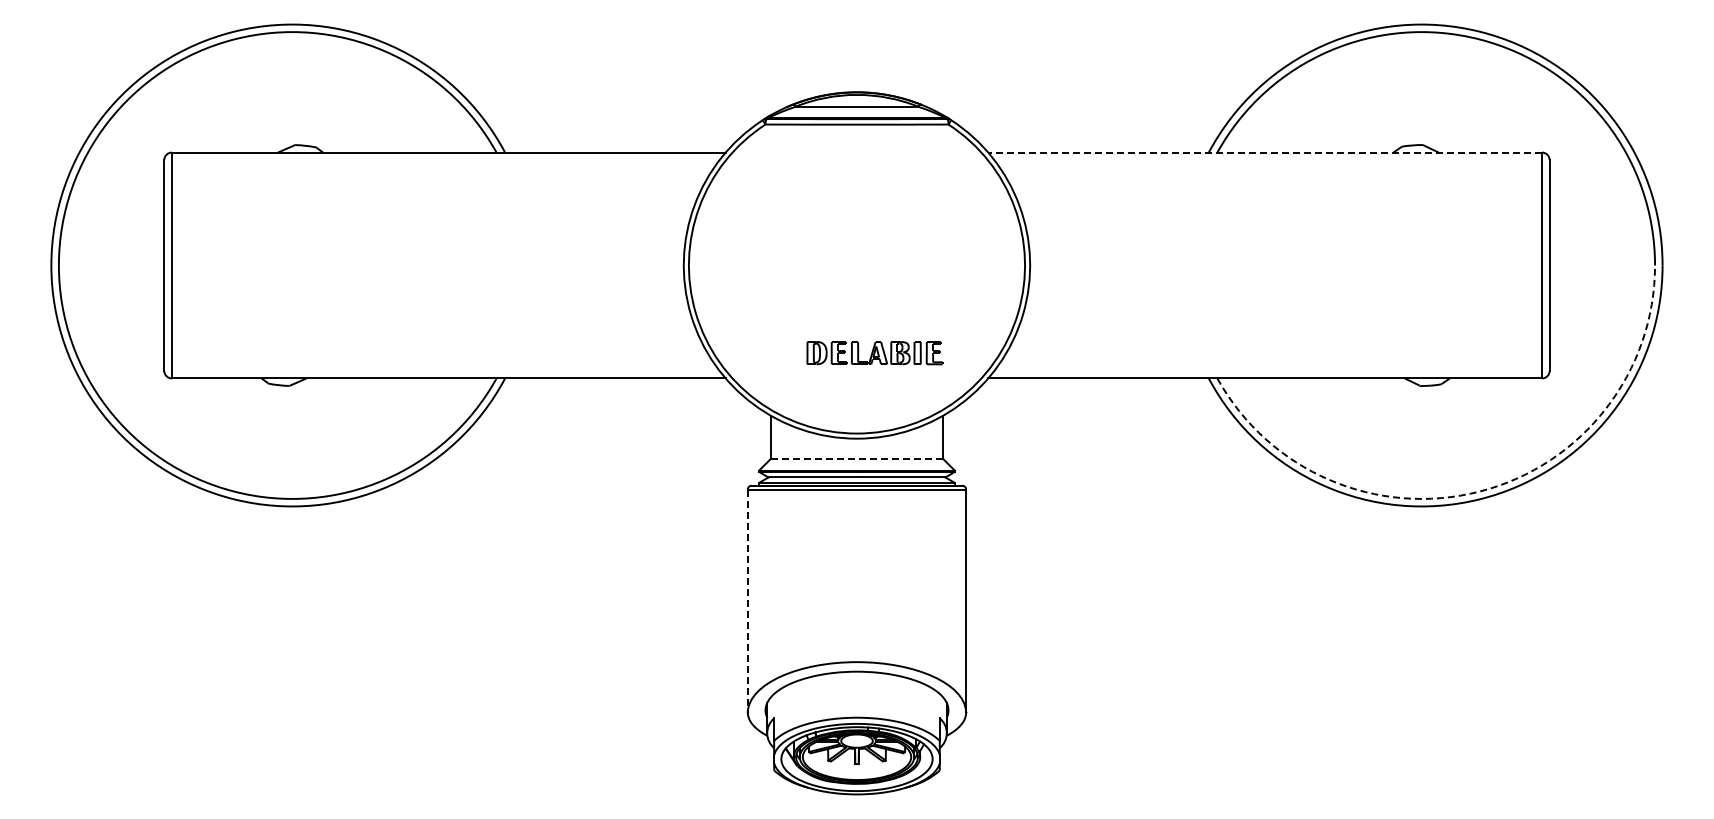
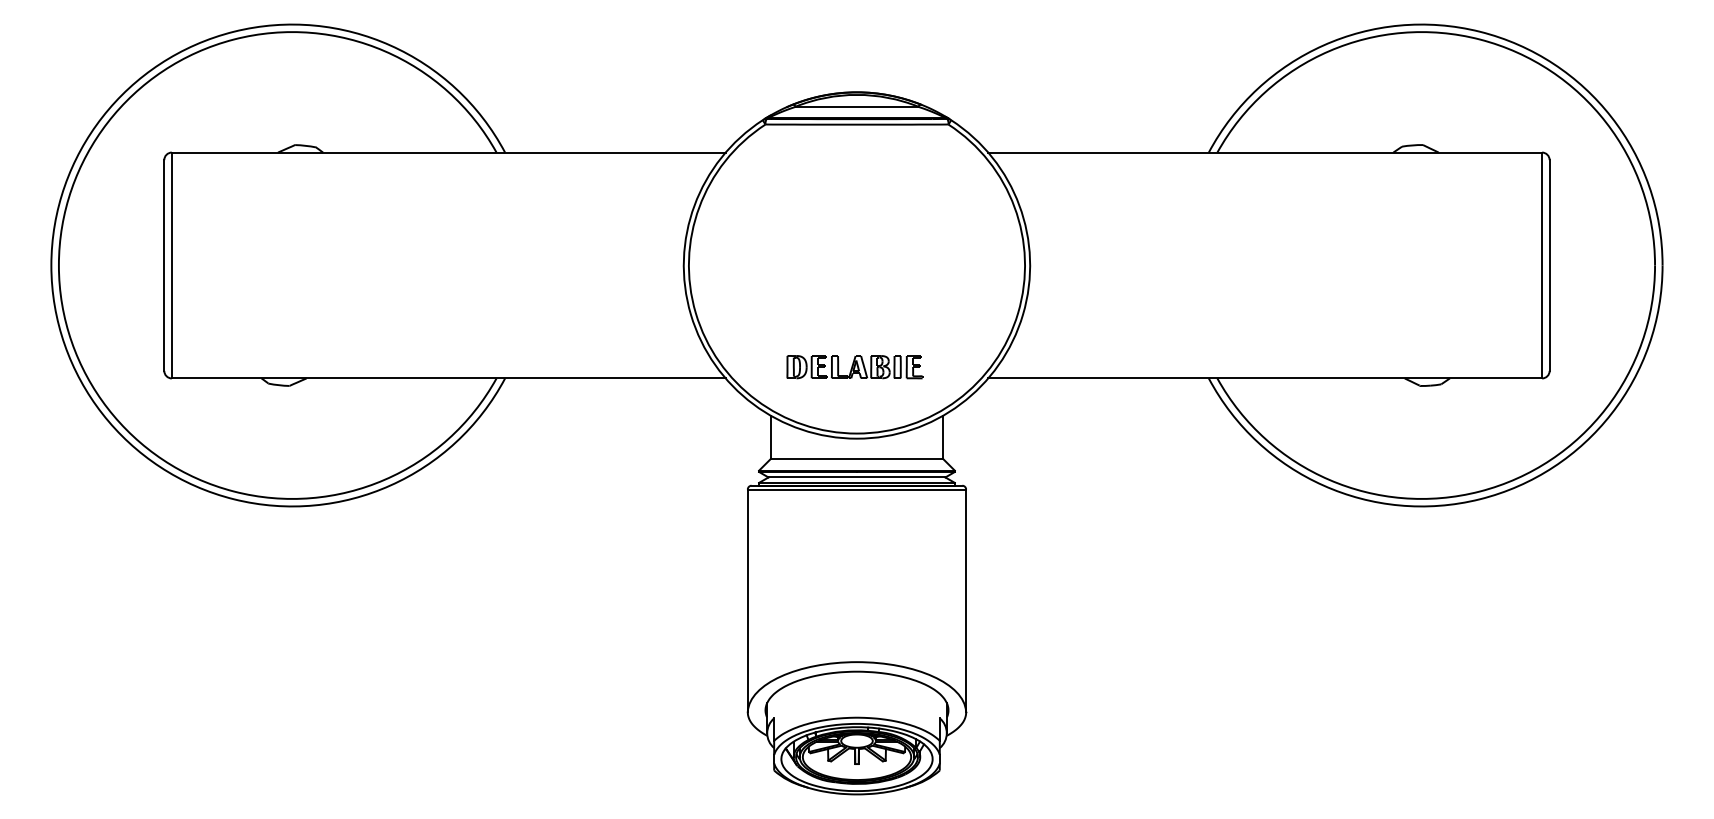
line at (1265, 152): dashed -> solid
part at (874, 353) position: (874, 353) -> (854, 367)
line at (856, 458): dashed -> solid
arc at (1479, 491): dashed -> solid
line at (747, 601): dashed -> solid
